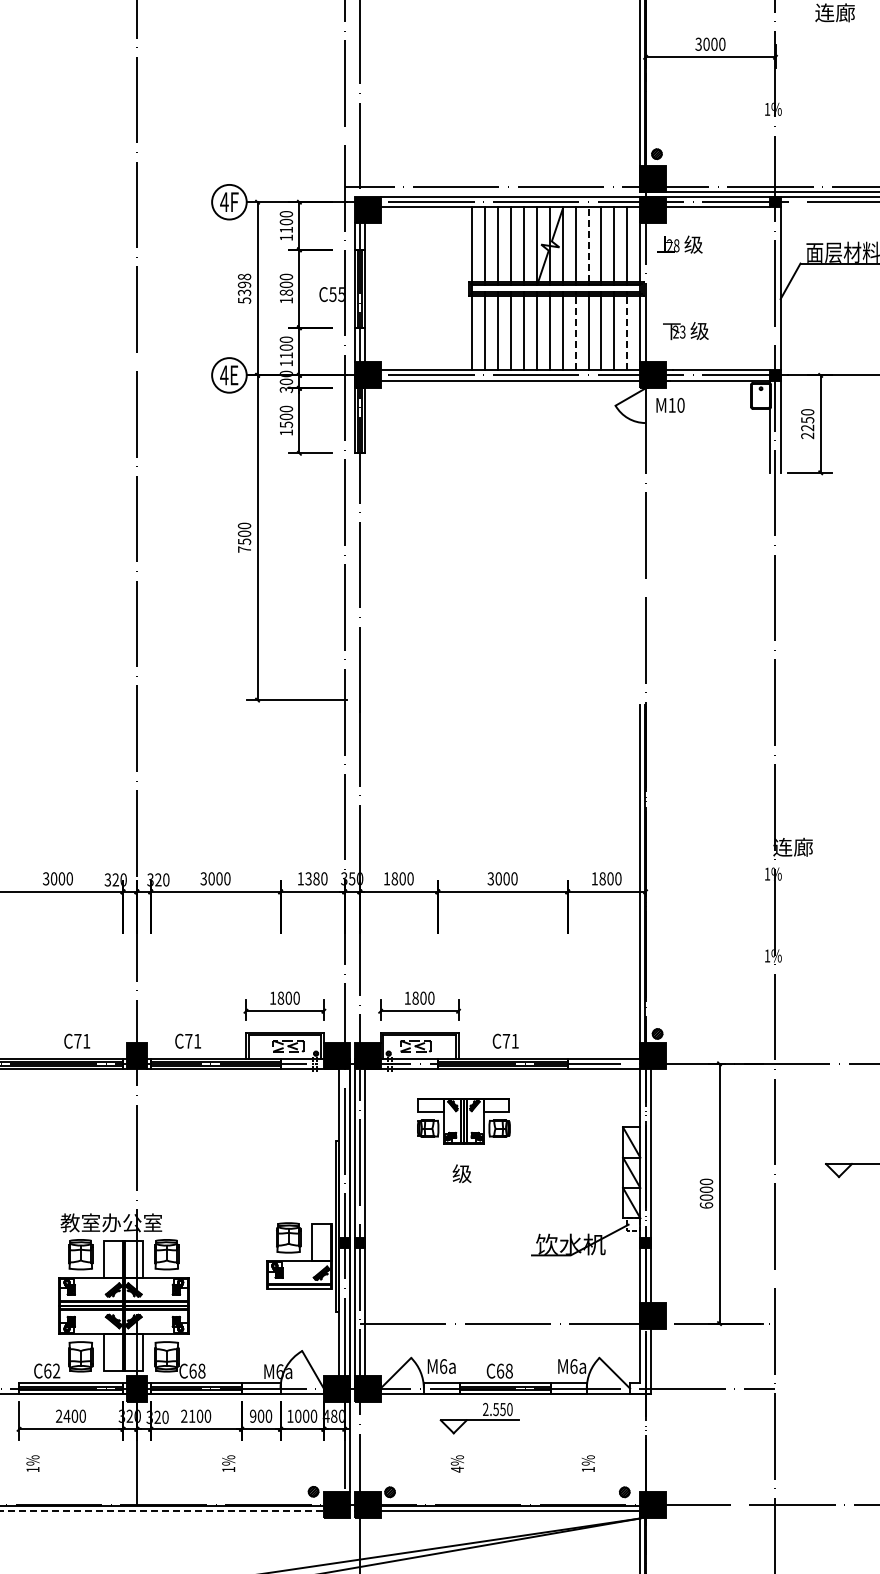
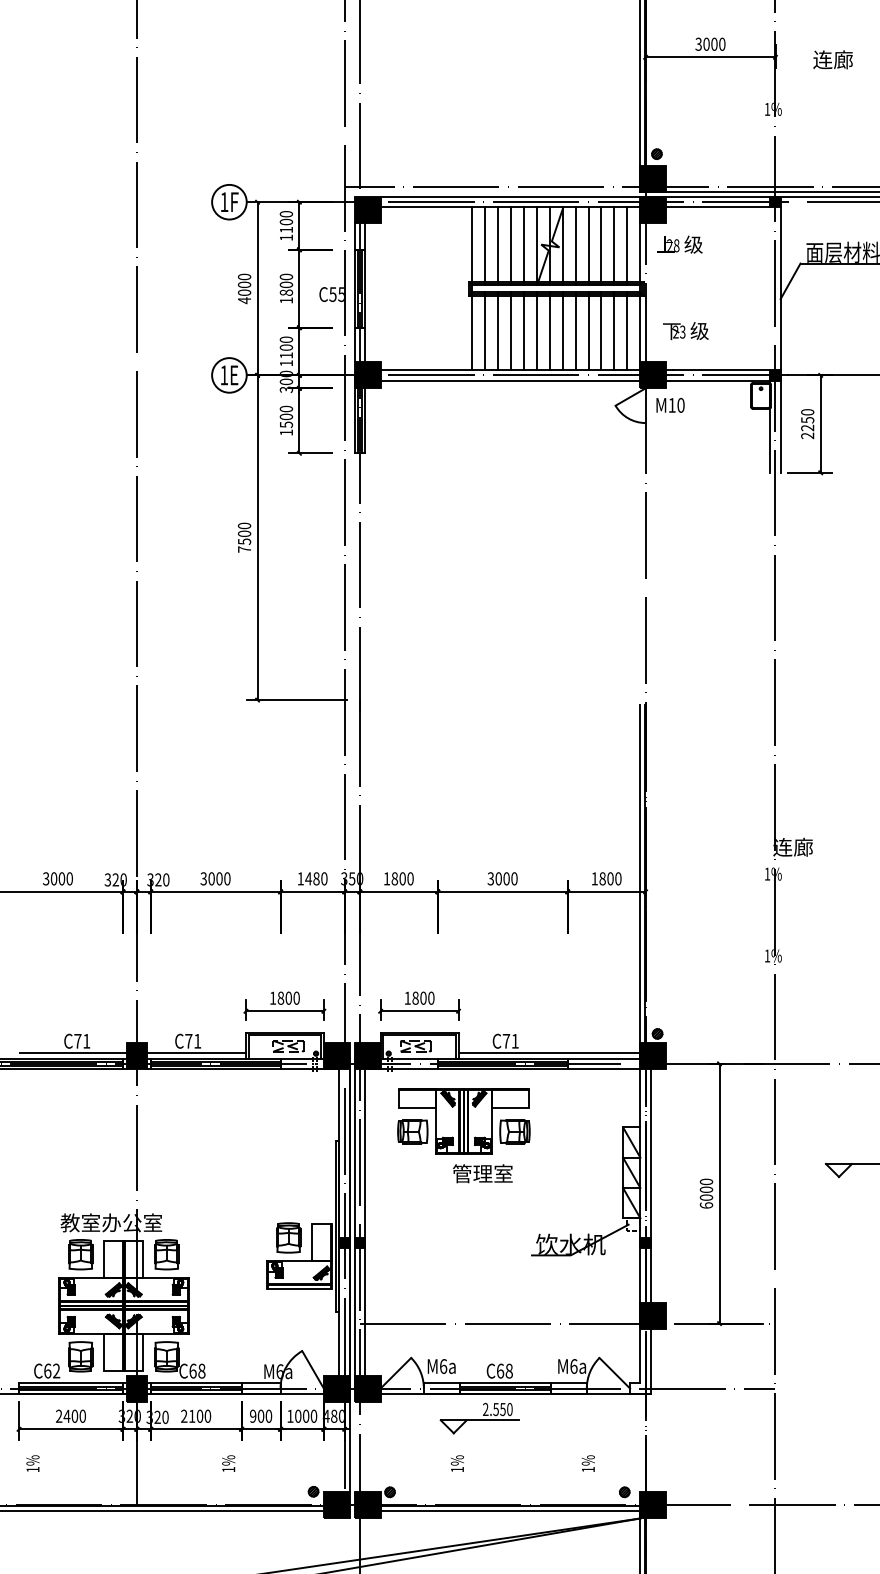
text at (834, 12) position: (834, 12) -> (832, 59)
text at (224, 201): 4F -> 1F
line at (589, 244): dashed -> solid
text at (244, 288): 5398 -> 4000
line at (576, 332): dashed -> solid
line at (627, 332): dashed -> solid
text at (224, 375): 4E -> 1E
text at (308, 878): 1380 -> 1480
line at (132, 1053): none -> present
line at (549, 1053): none -> present
part at (463, 1121) size: 94x47 px -> 134x67 px
text at (482, 1173): 级 -> 管理室
text at (457, 1469): 4% -> 1%
line at (175, 1510): dashed -> solid
